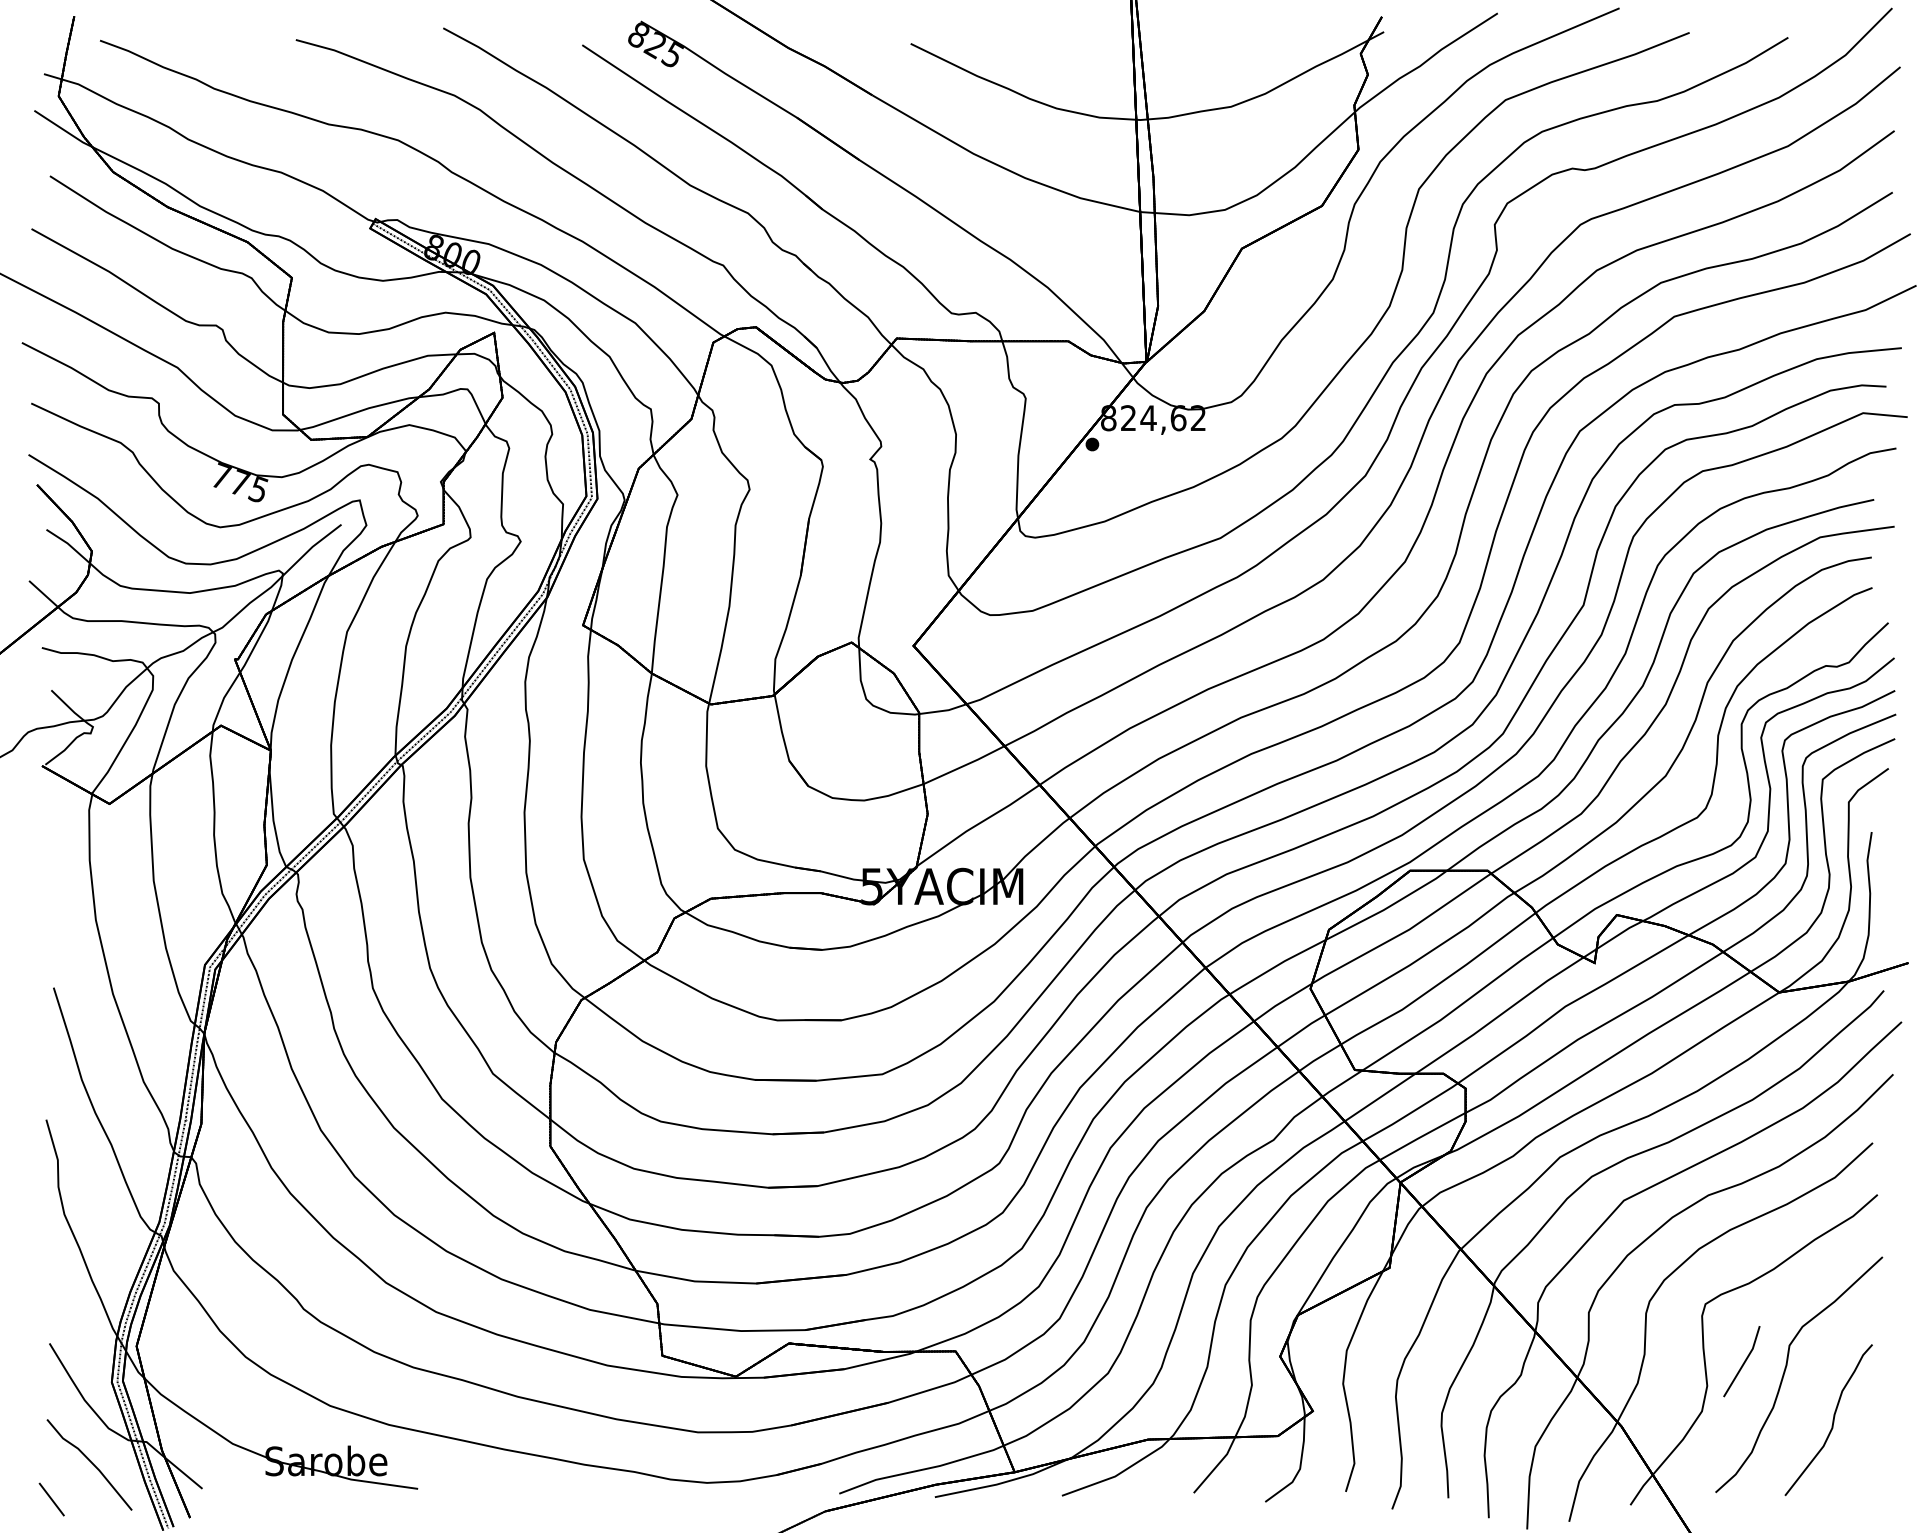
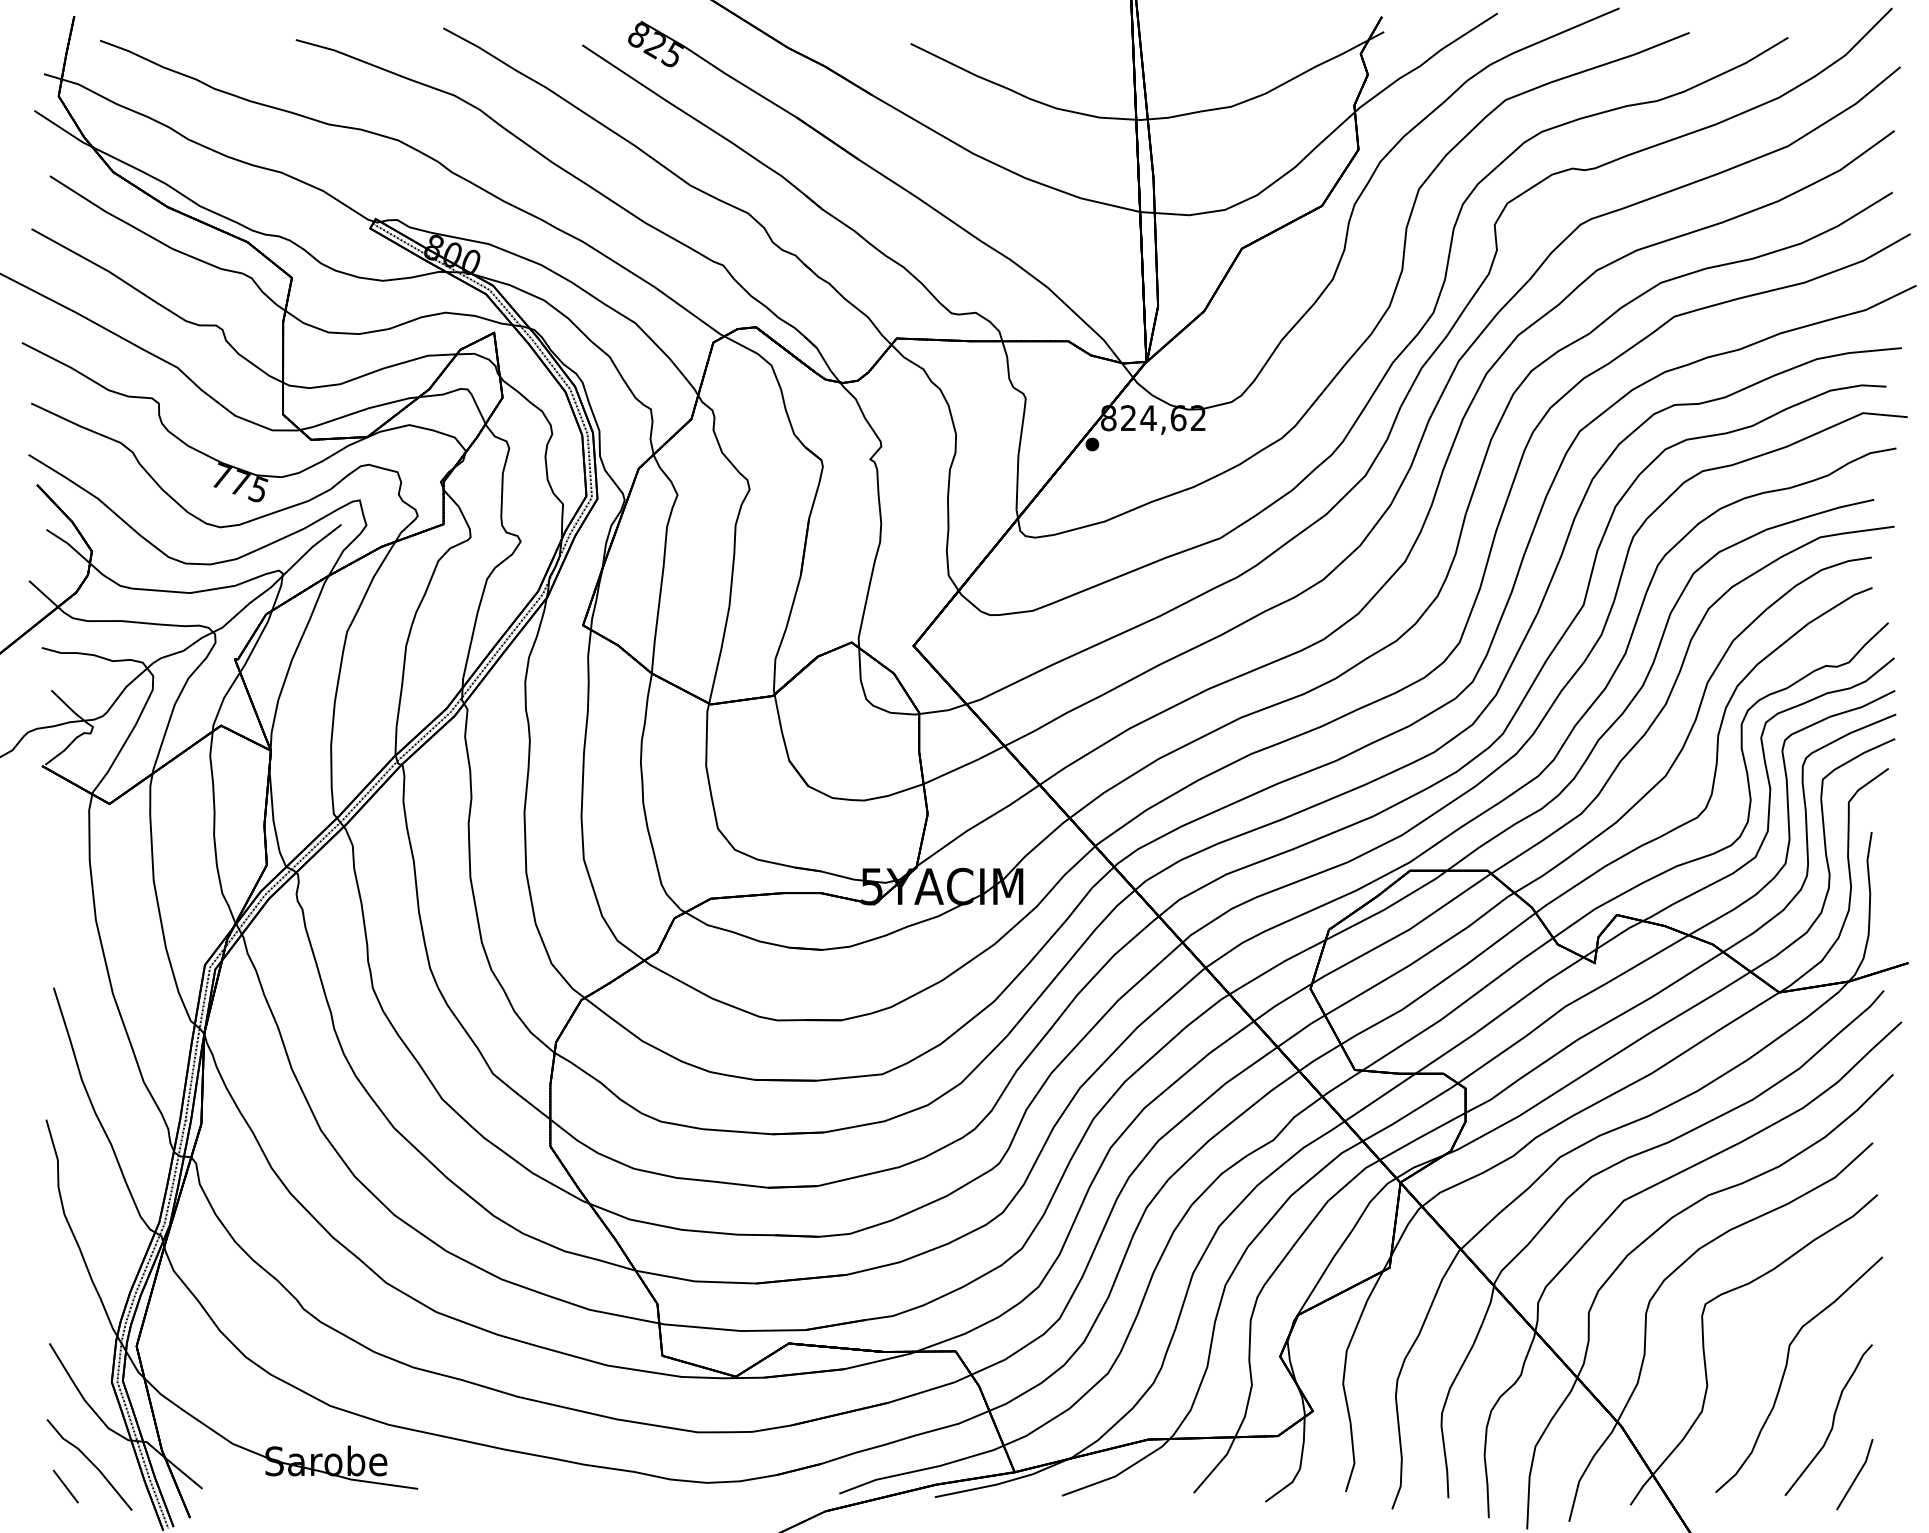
part at (1741, 1361) position: (1741, 1361) -> (1854, 1474)
line at (51, 1499) position: (51, 1499) -> (65, 1486)
